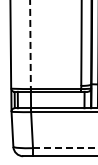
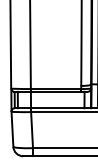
line at (30, 45): dashed -> solid
line at (65, 148): dashed -> solid
